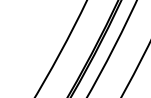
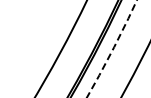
arc at (113, 48): solid -> dashed
